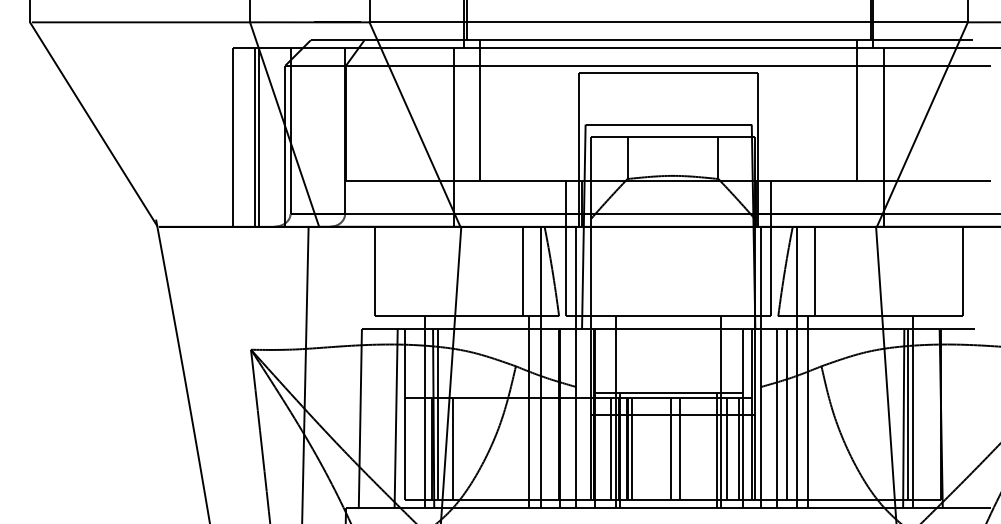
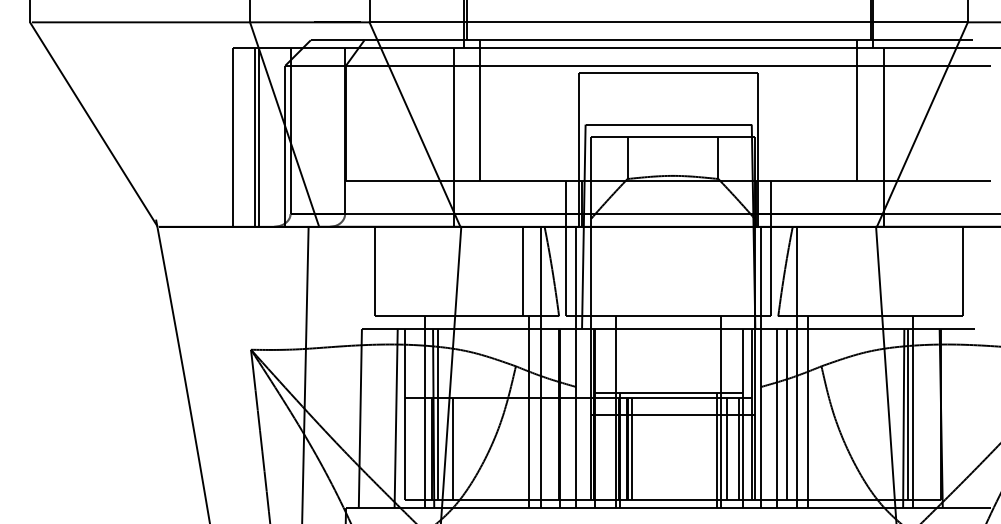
line at (814, 271): present -> none
line at (610, 449): present -> none
line at (671, 449): present -> none
line at (679, 449): present -> none
